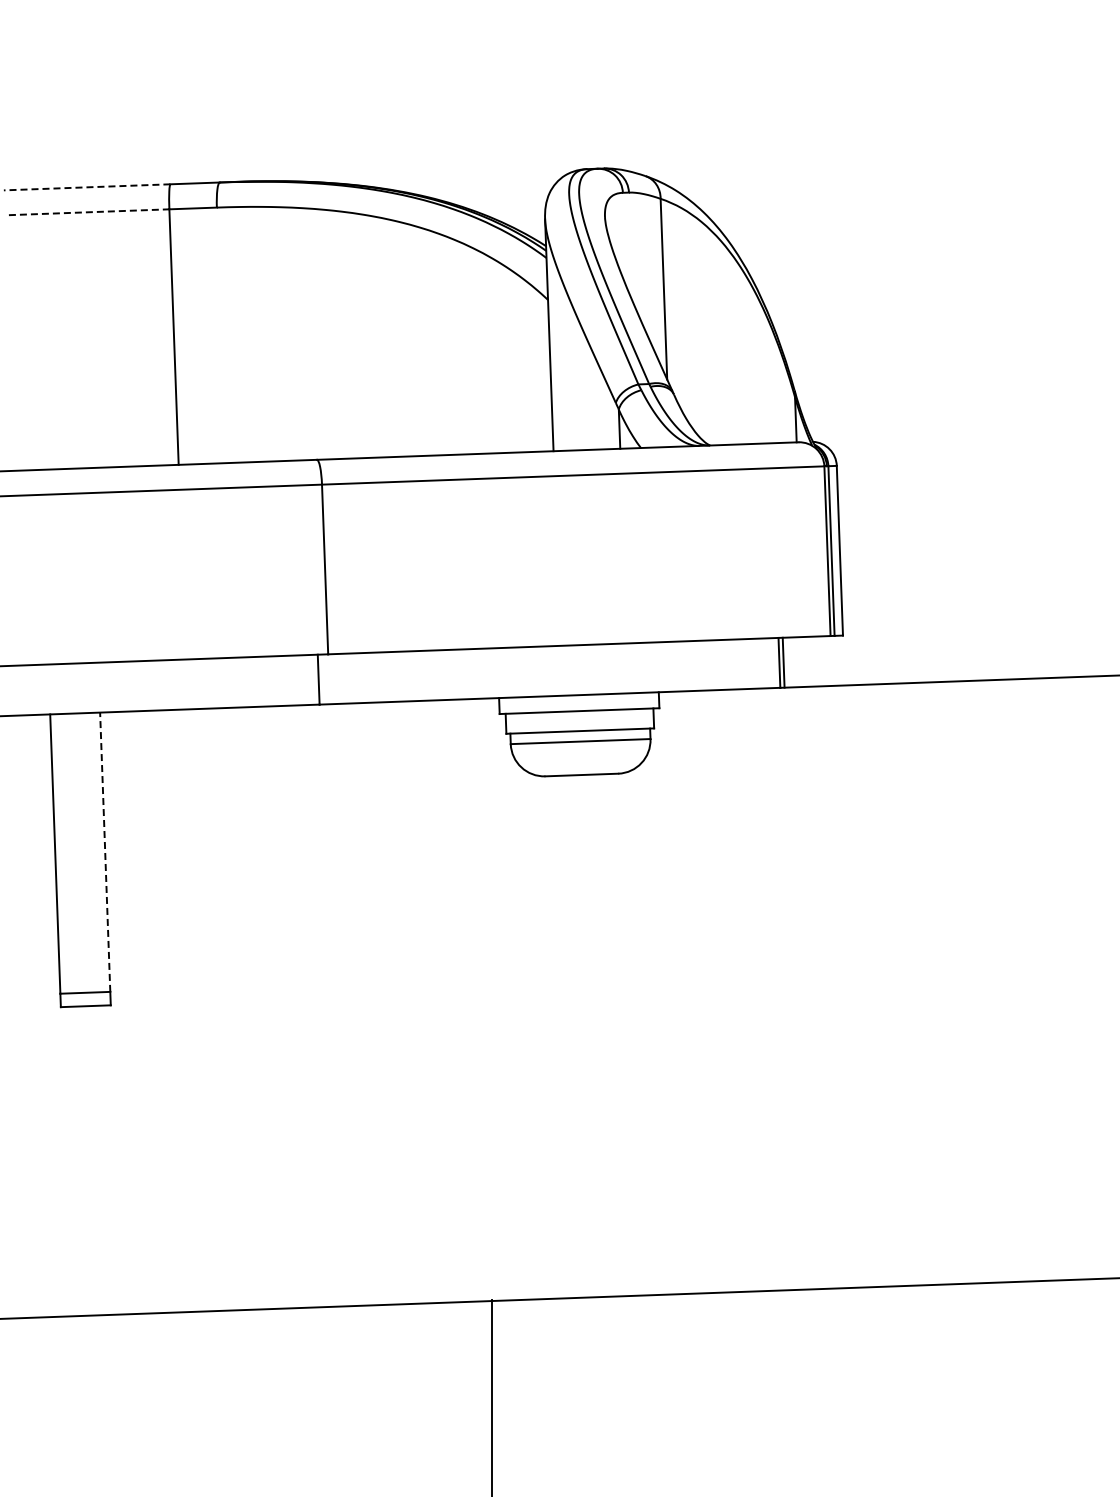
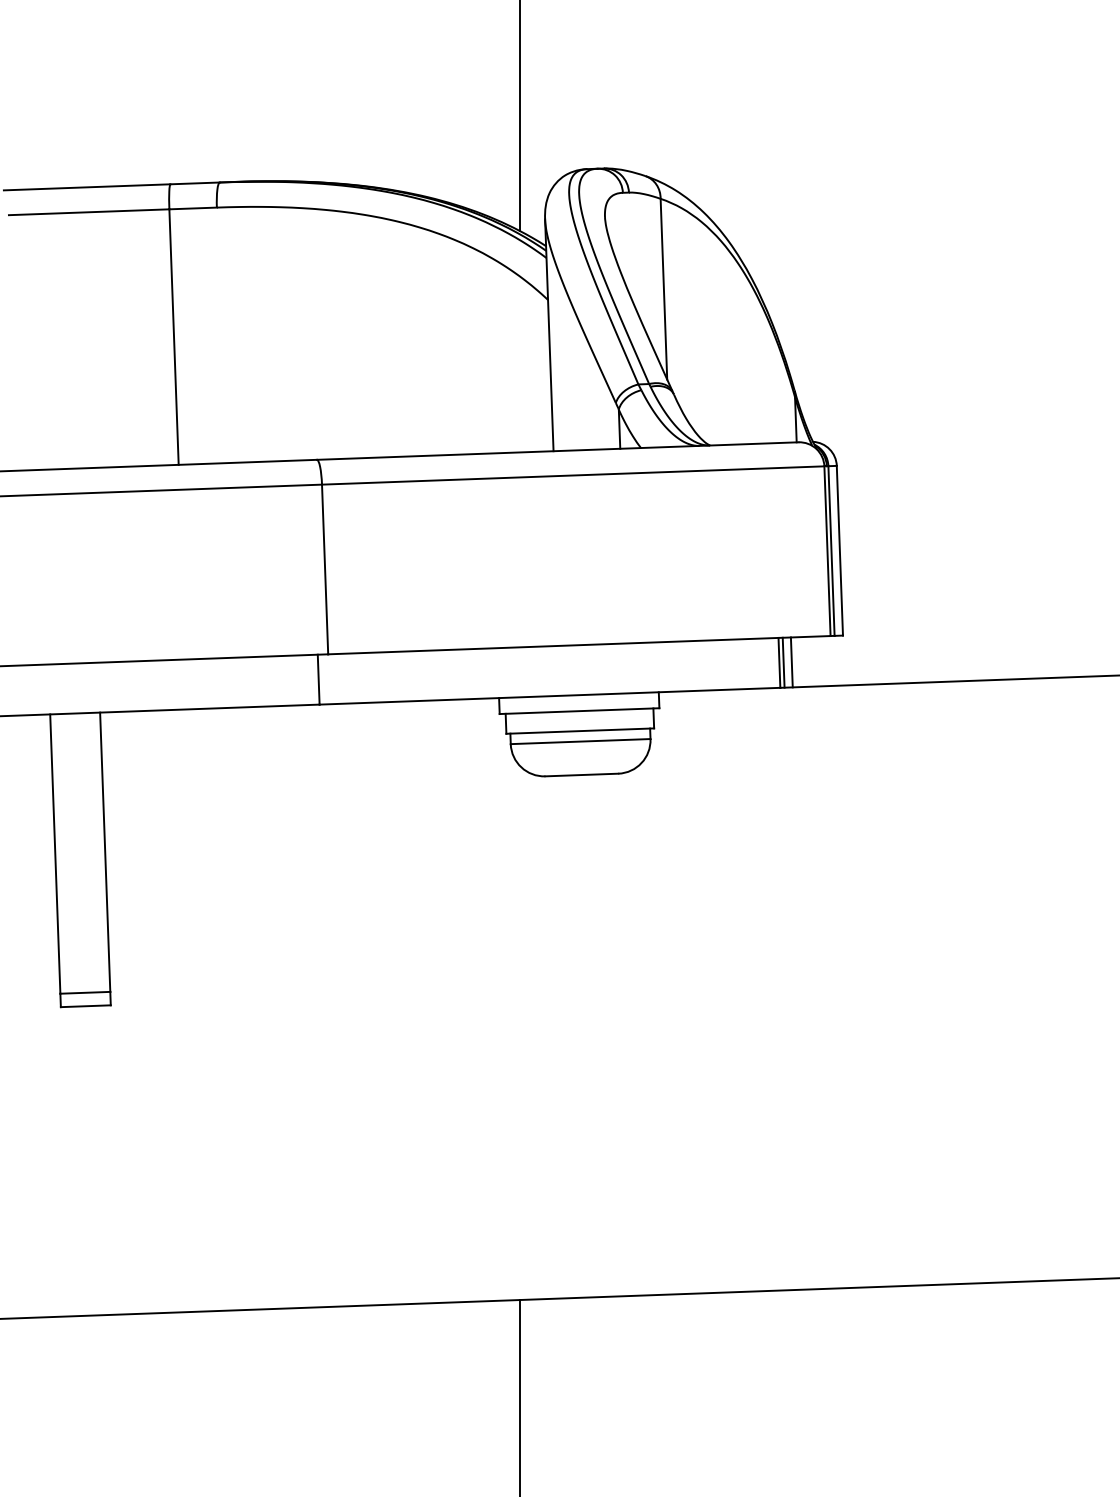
line at (519, 116): none -> present
line at (86, 187): dashed -> solid
line at (89, 212): dashed -> solid
line at (791, 662): none -> present
line at (105, 852): dashed -> solid
line at (491, 1396) position: (491, 1396) -> (519, 1396)
